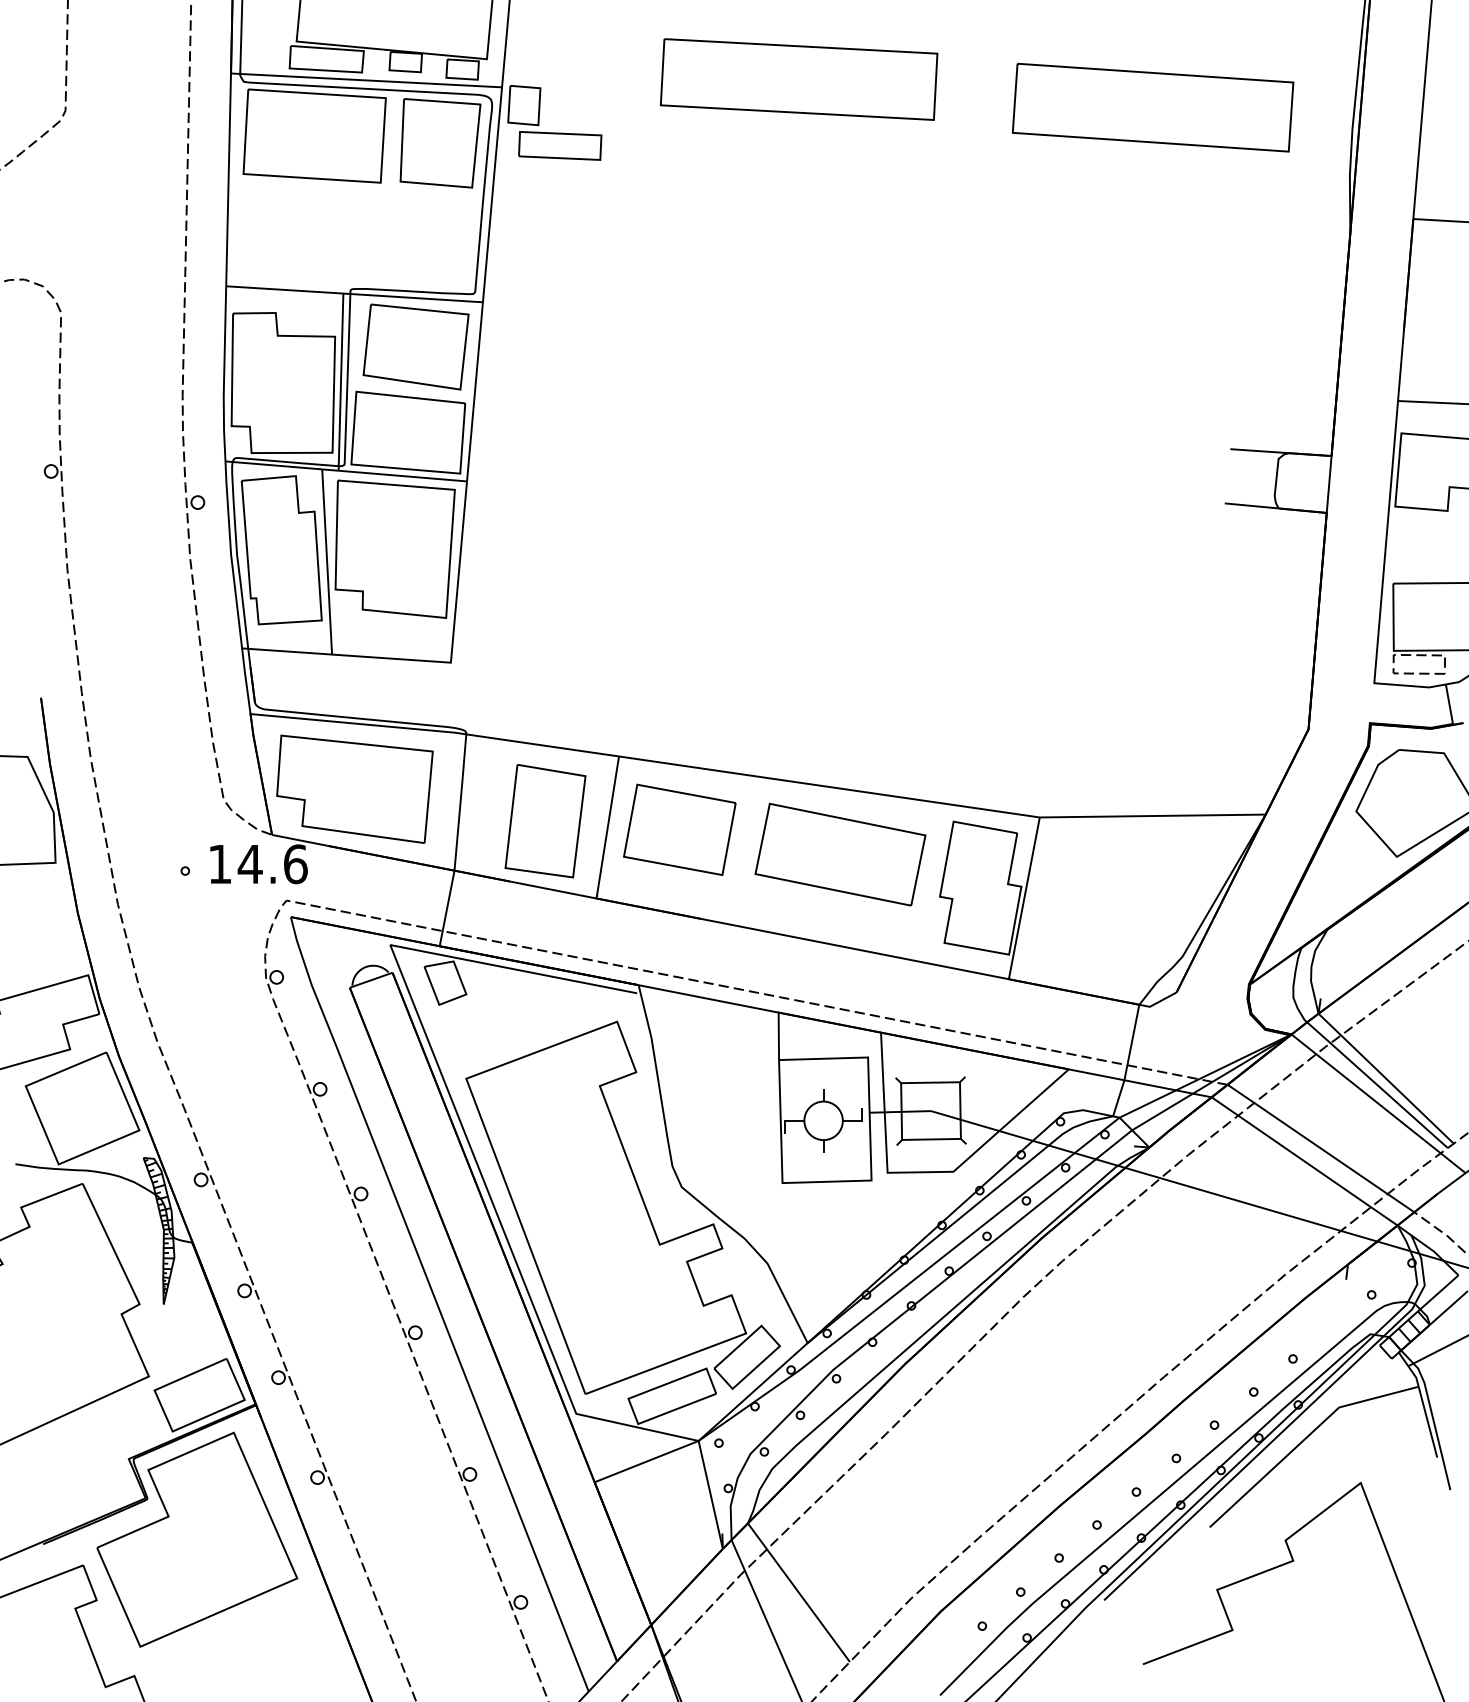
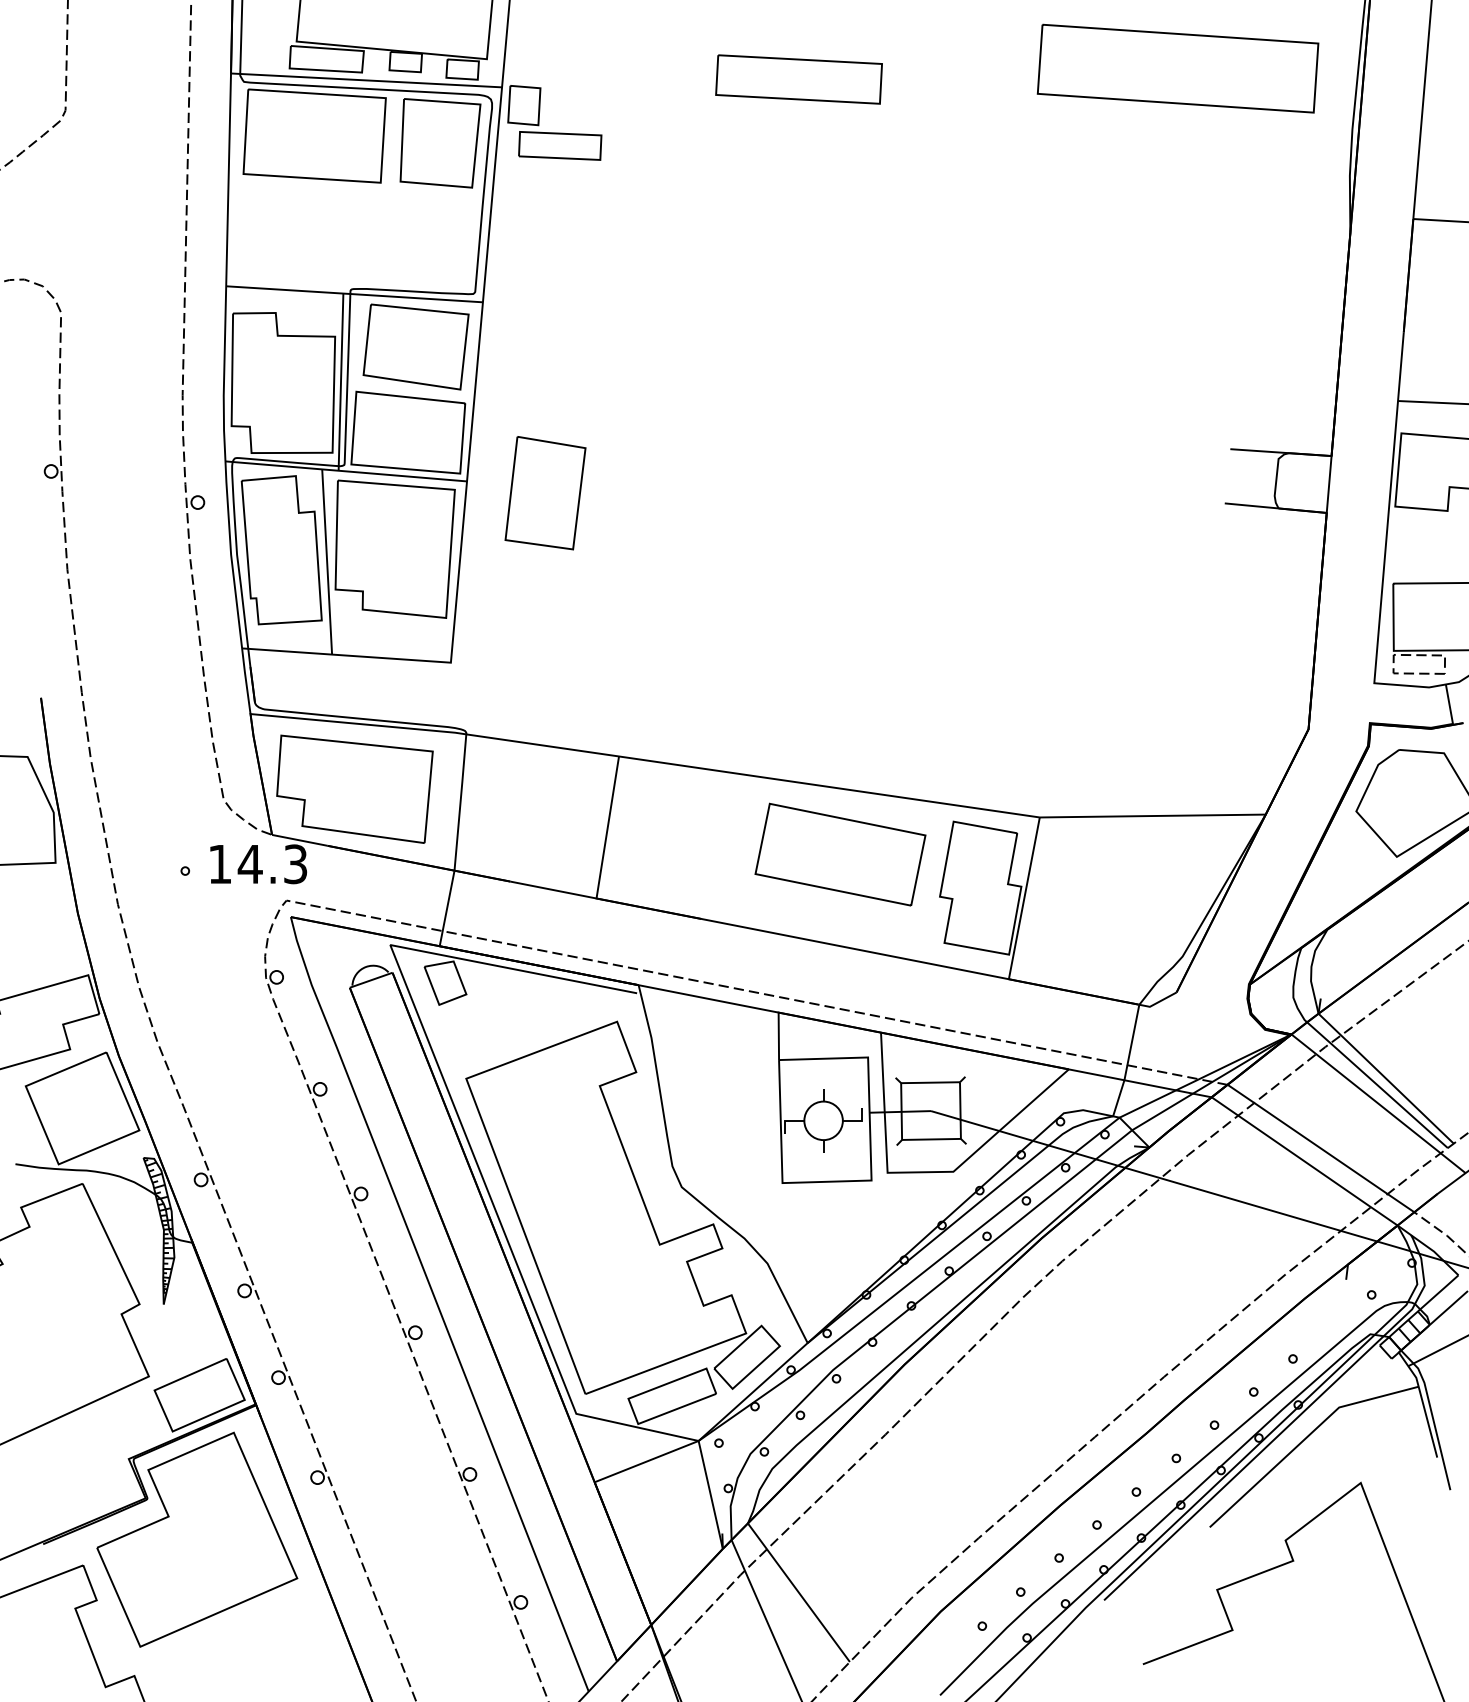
part at (798, 79) size: 280x83 px -> 168x51 px
part at (1152, 107) position: (1152, 107) -> (1177, 68)
part at (545, 821) position: (545, 821) -> (545, 493)
part at (679, 829): present -> none
text at (295, 864): 14.6 -> 14.3
